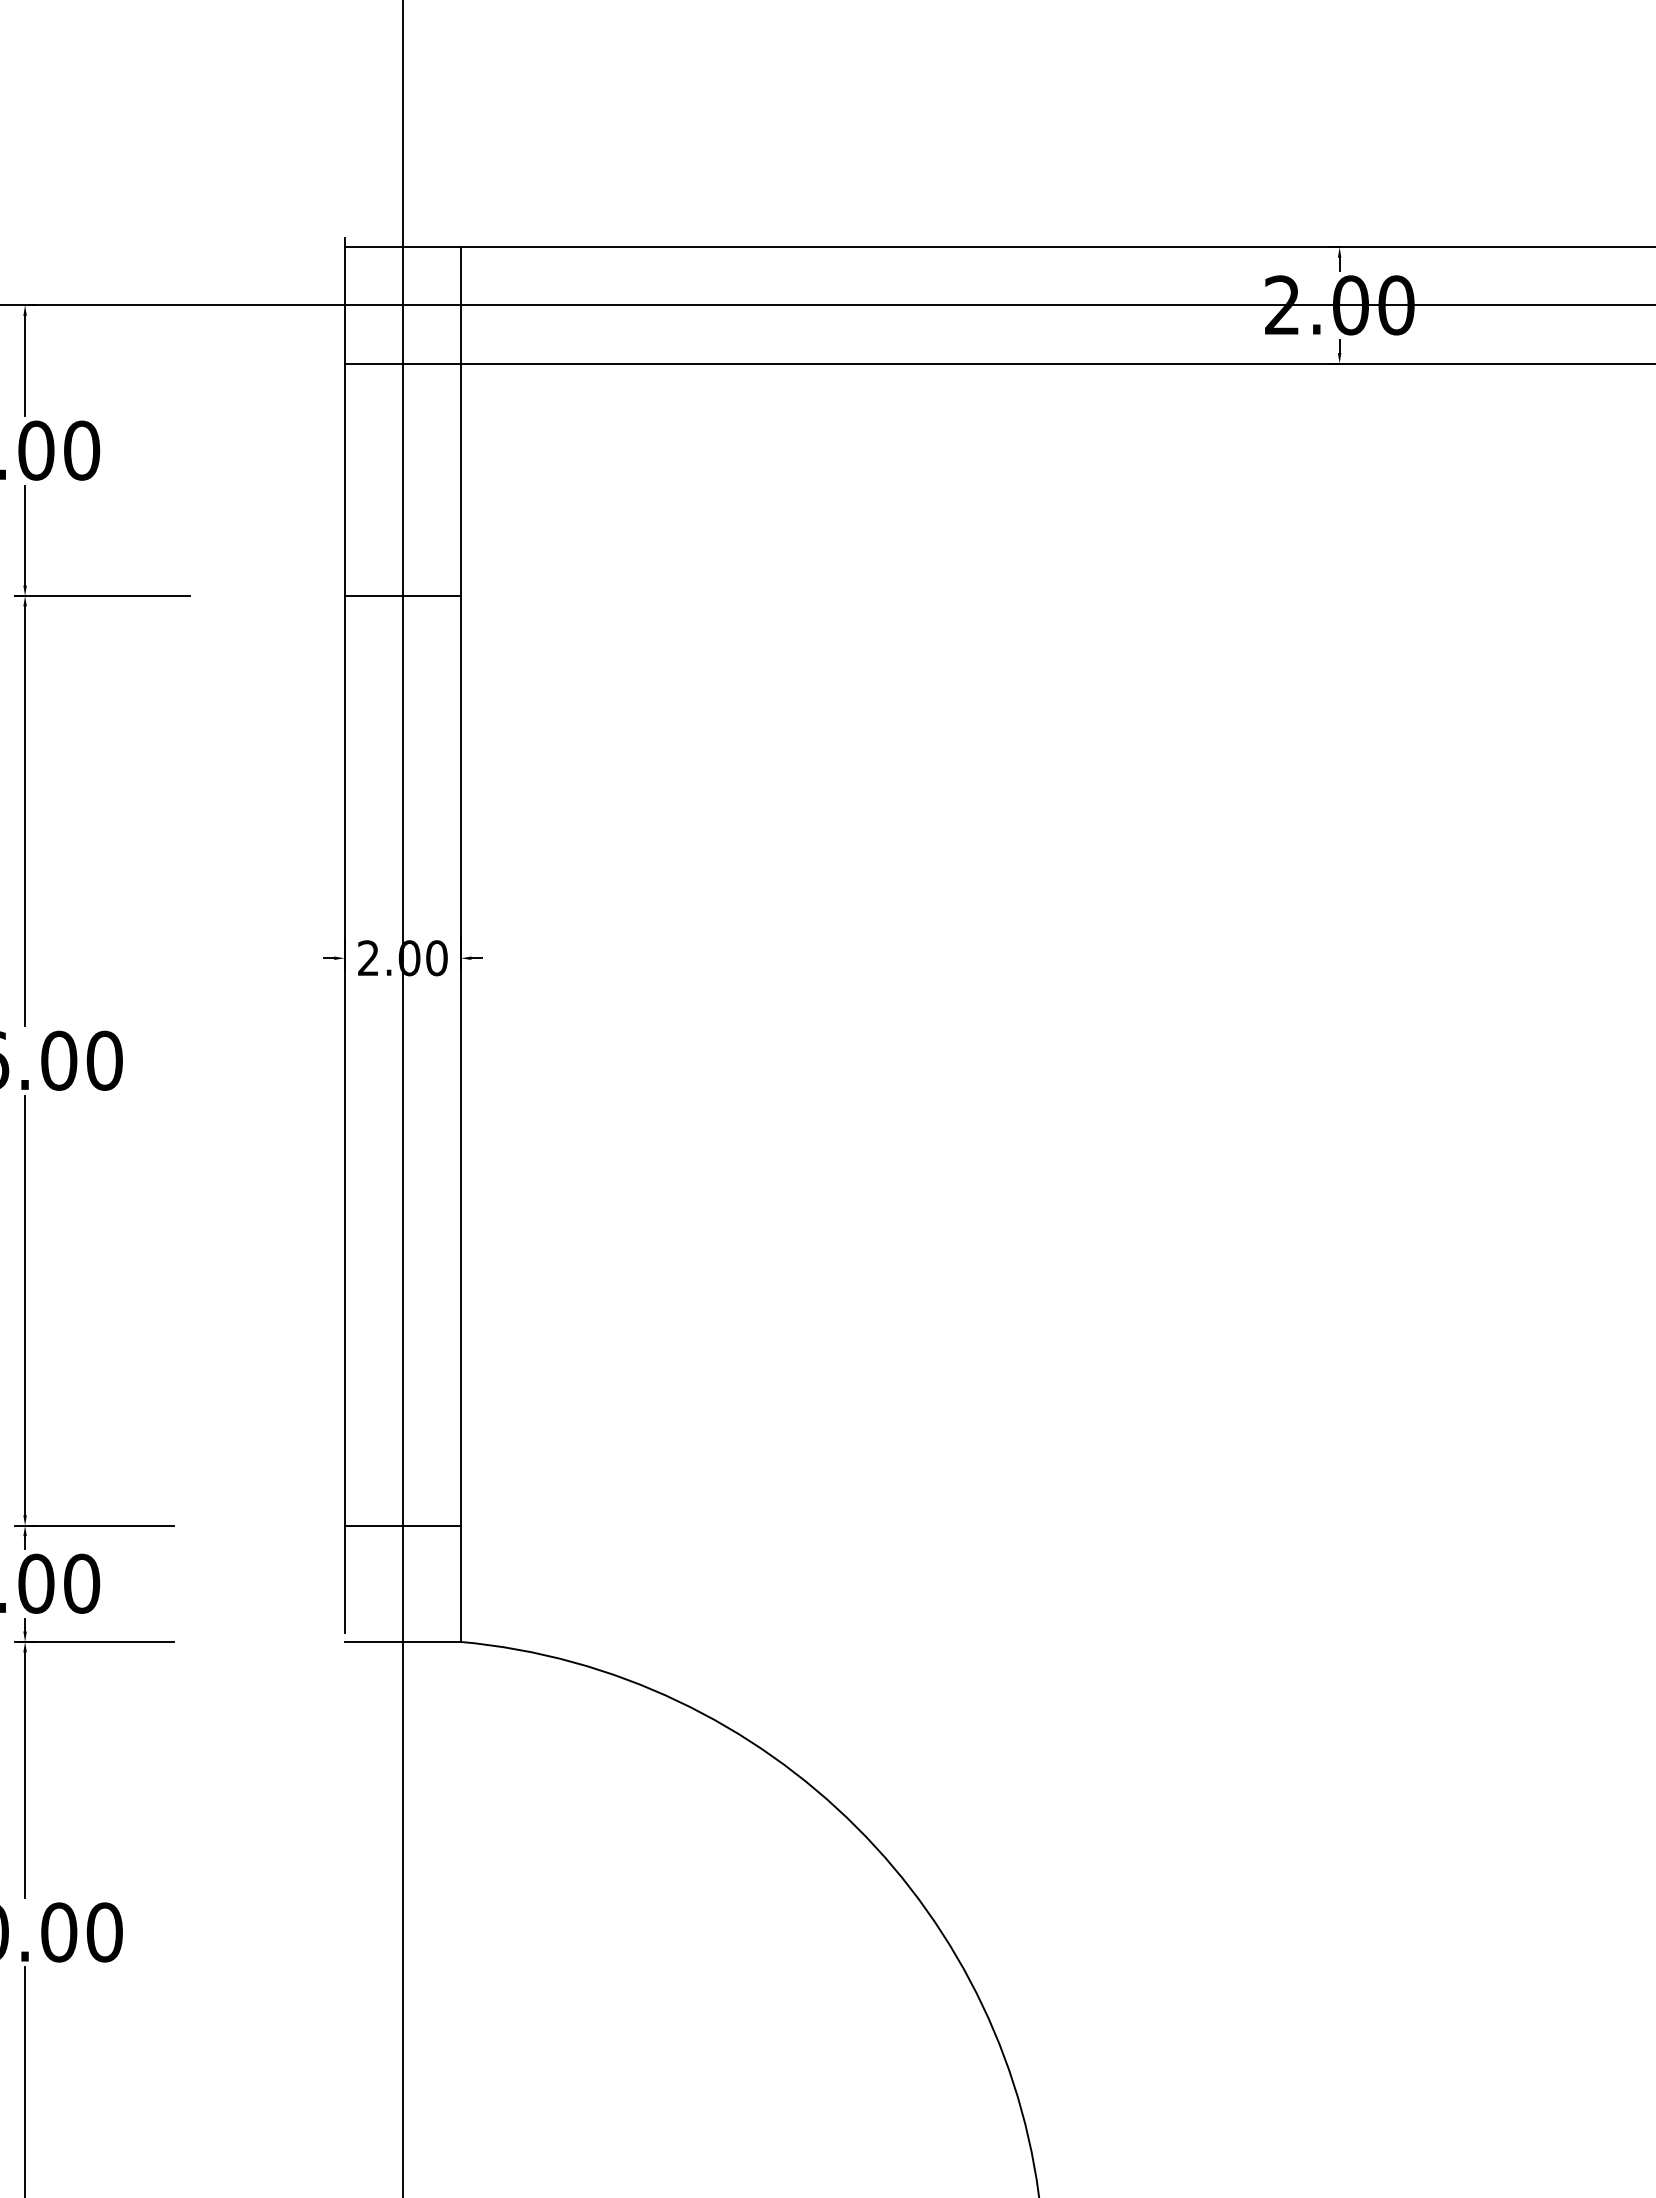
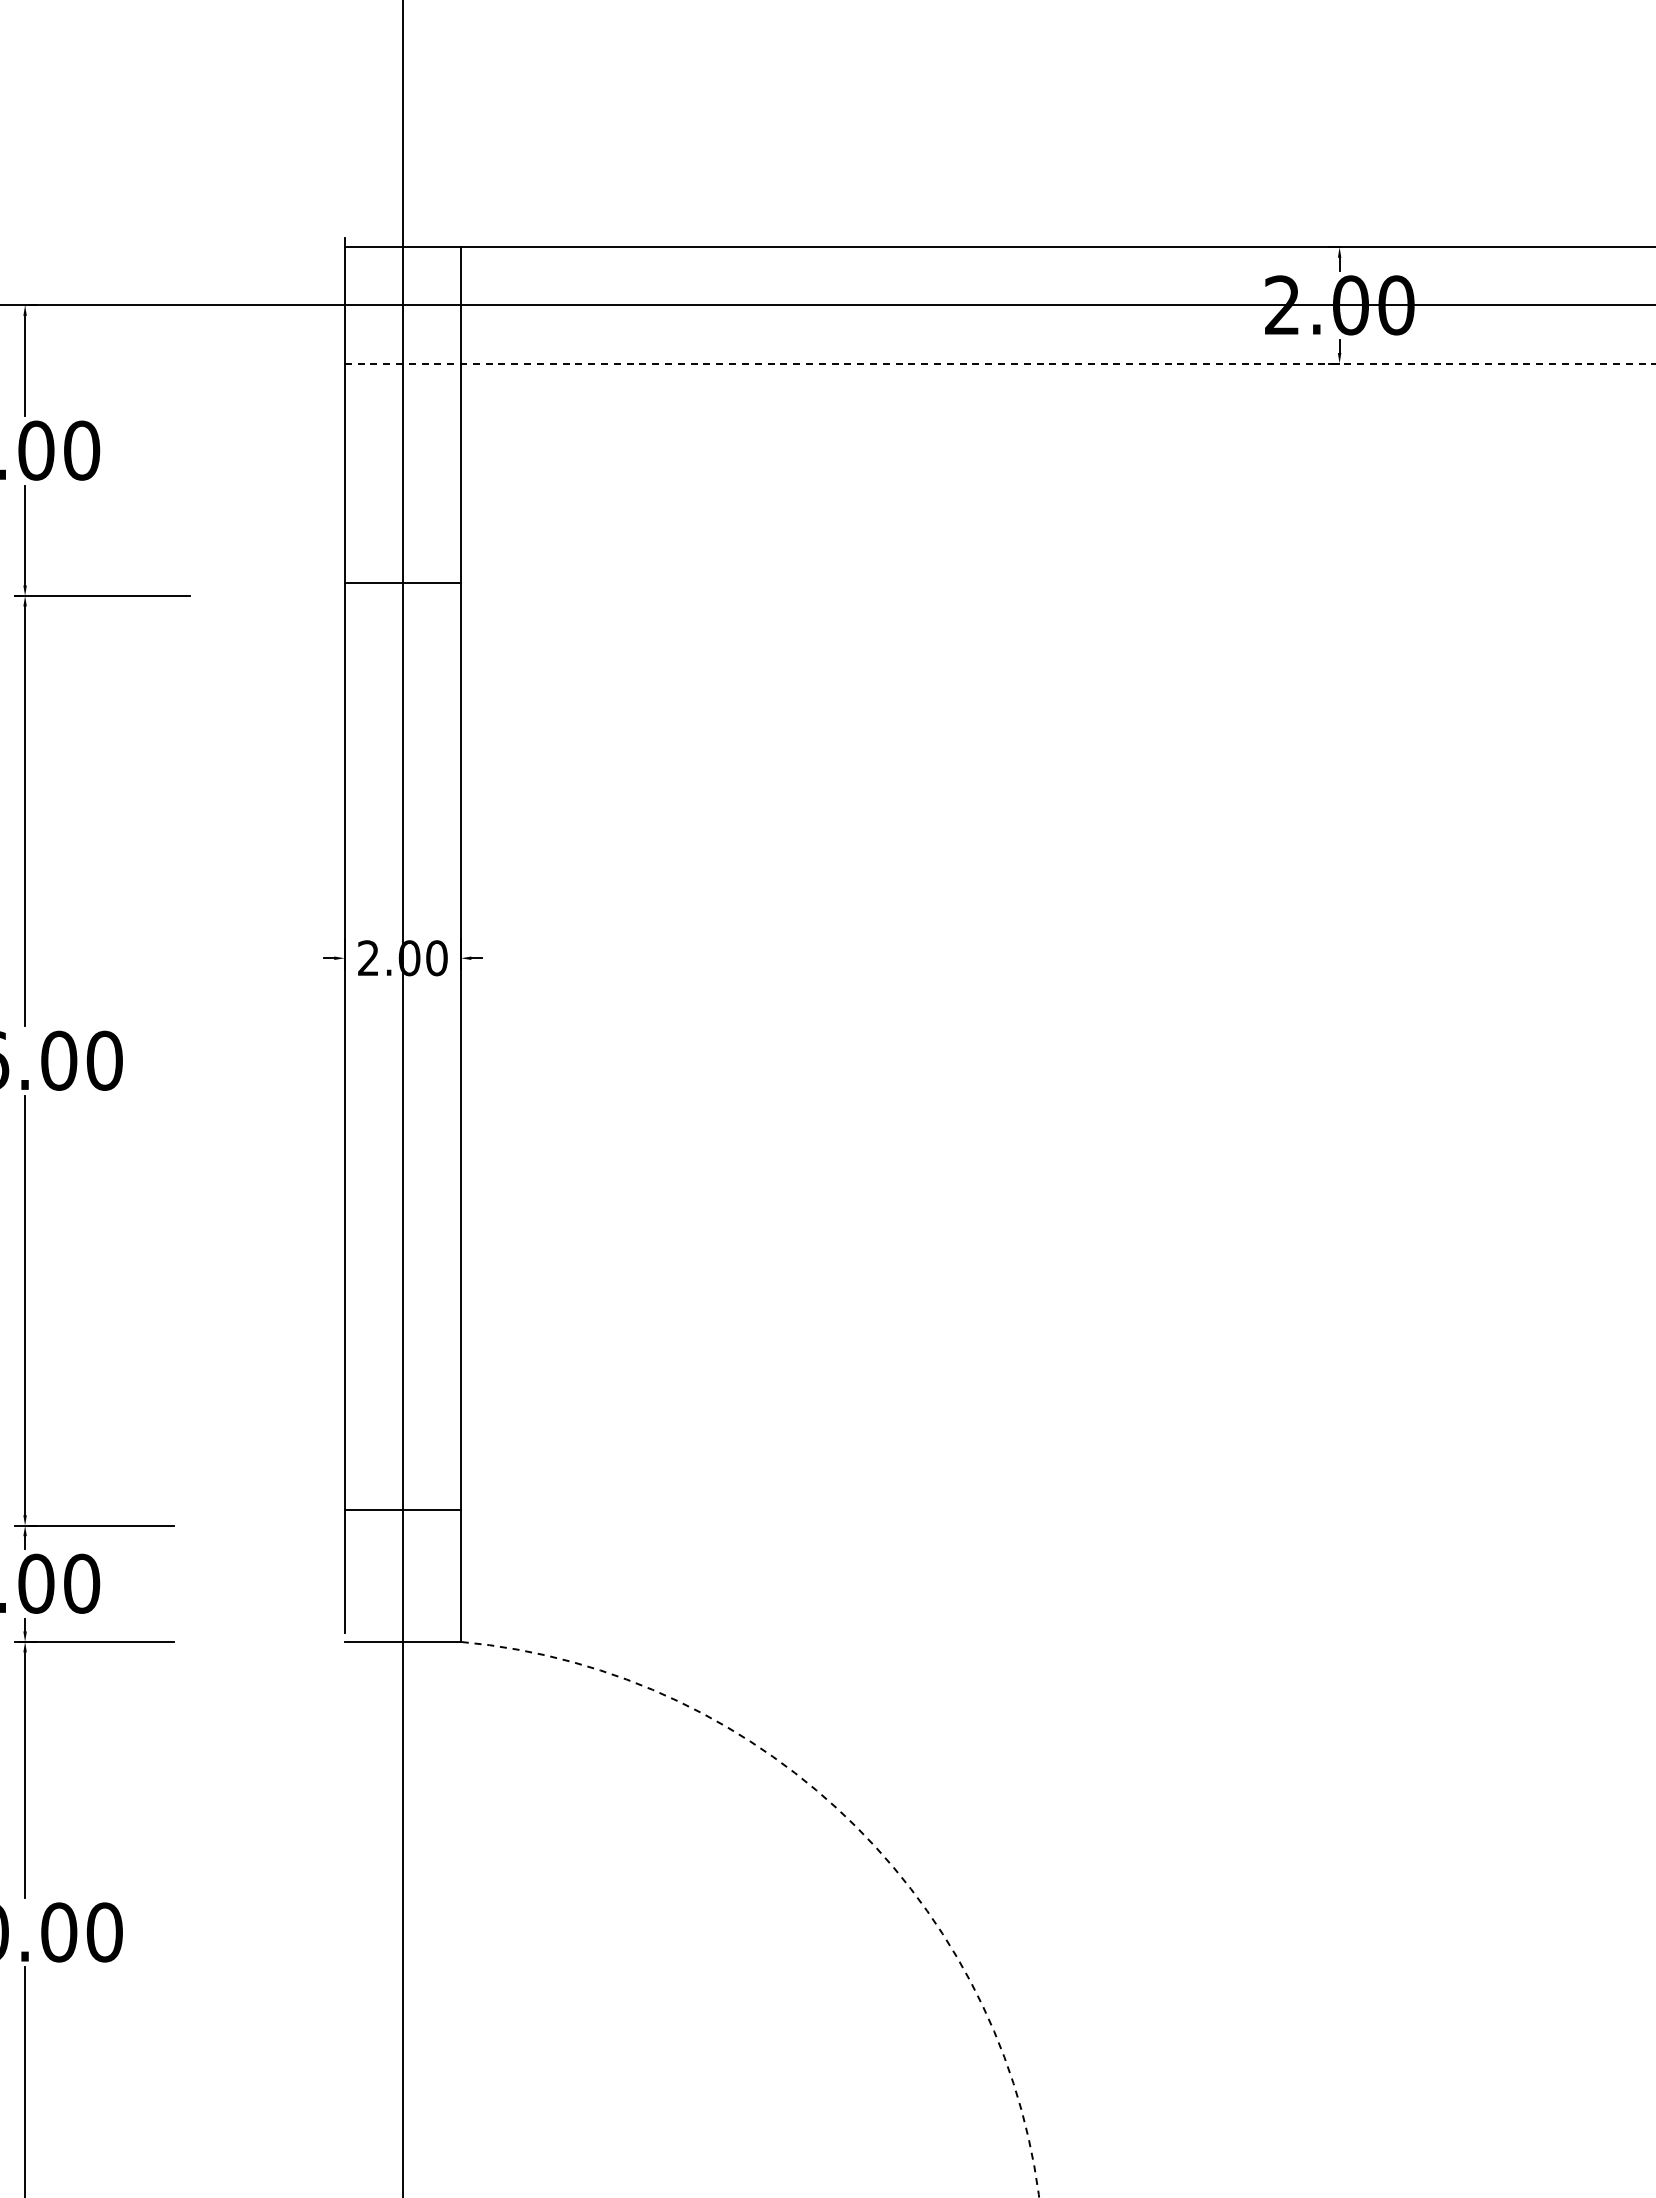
line at (1000, 363): solid -> dashed
line at (402, 595) position: (402, 595) -> (402, 582)
line at (402, 1525) position: (402, 1525) -> (402, 1509)
arc at (847, 1818): solid -> dashed
